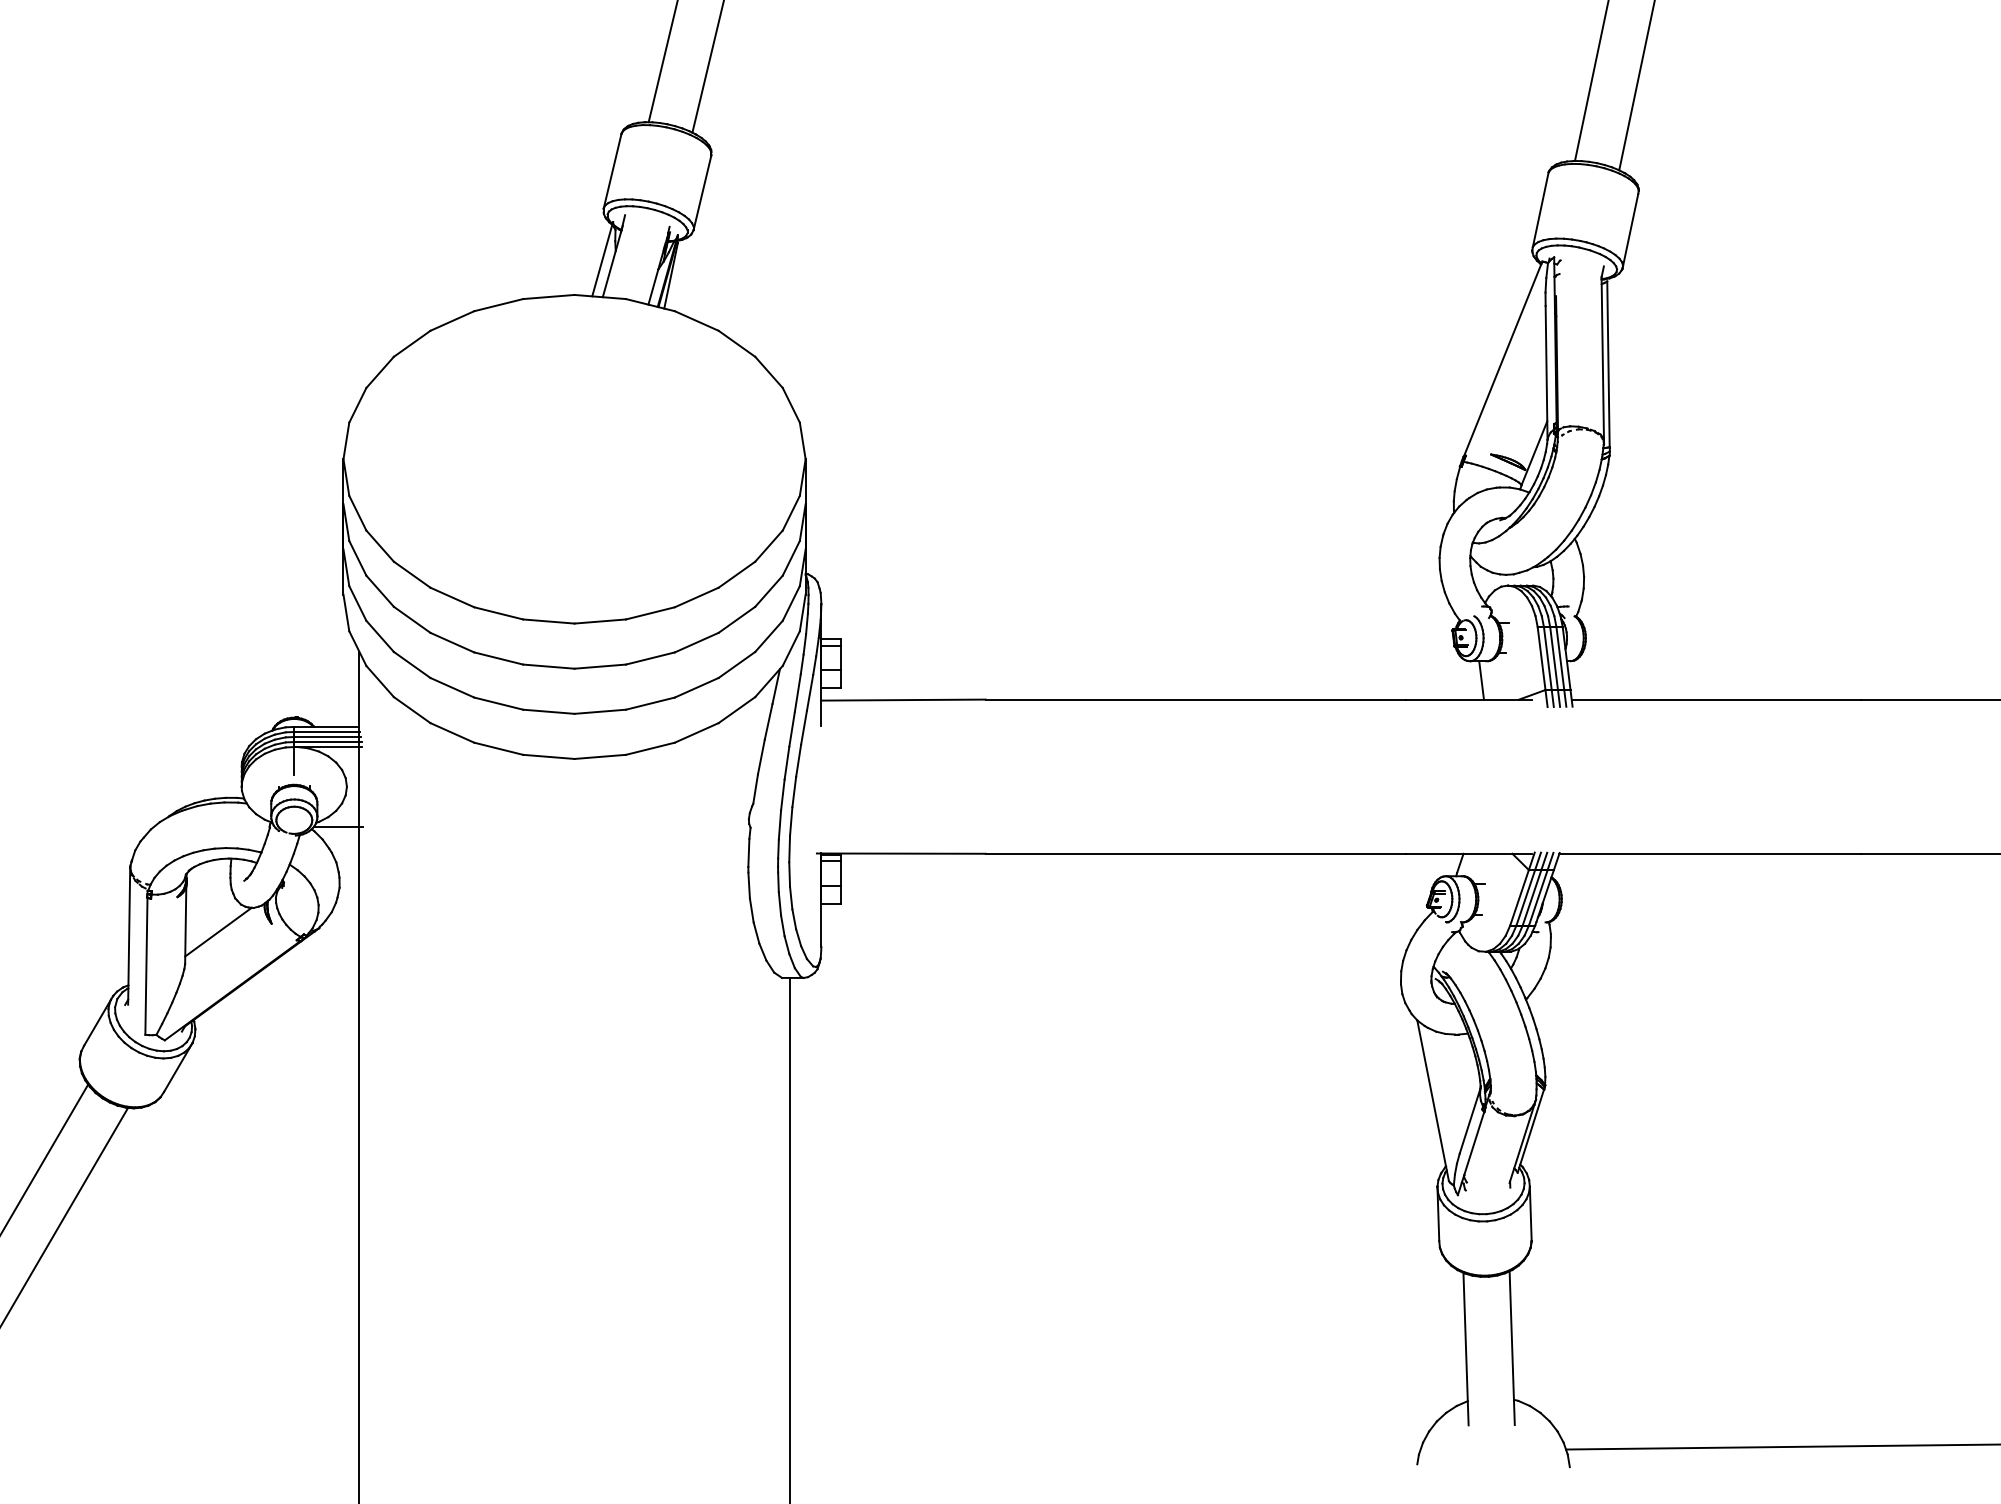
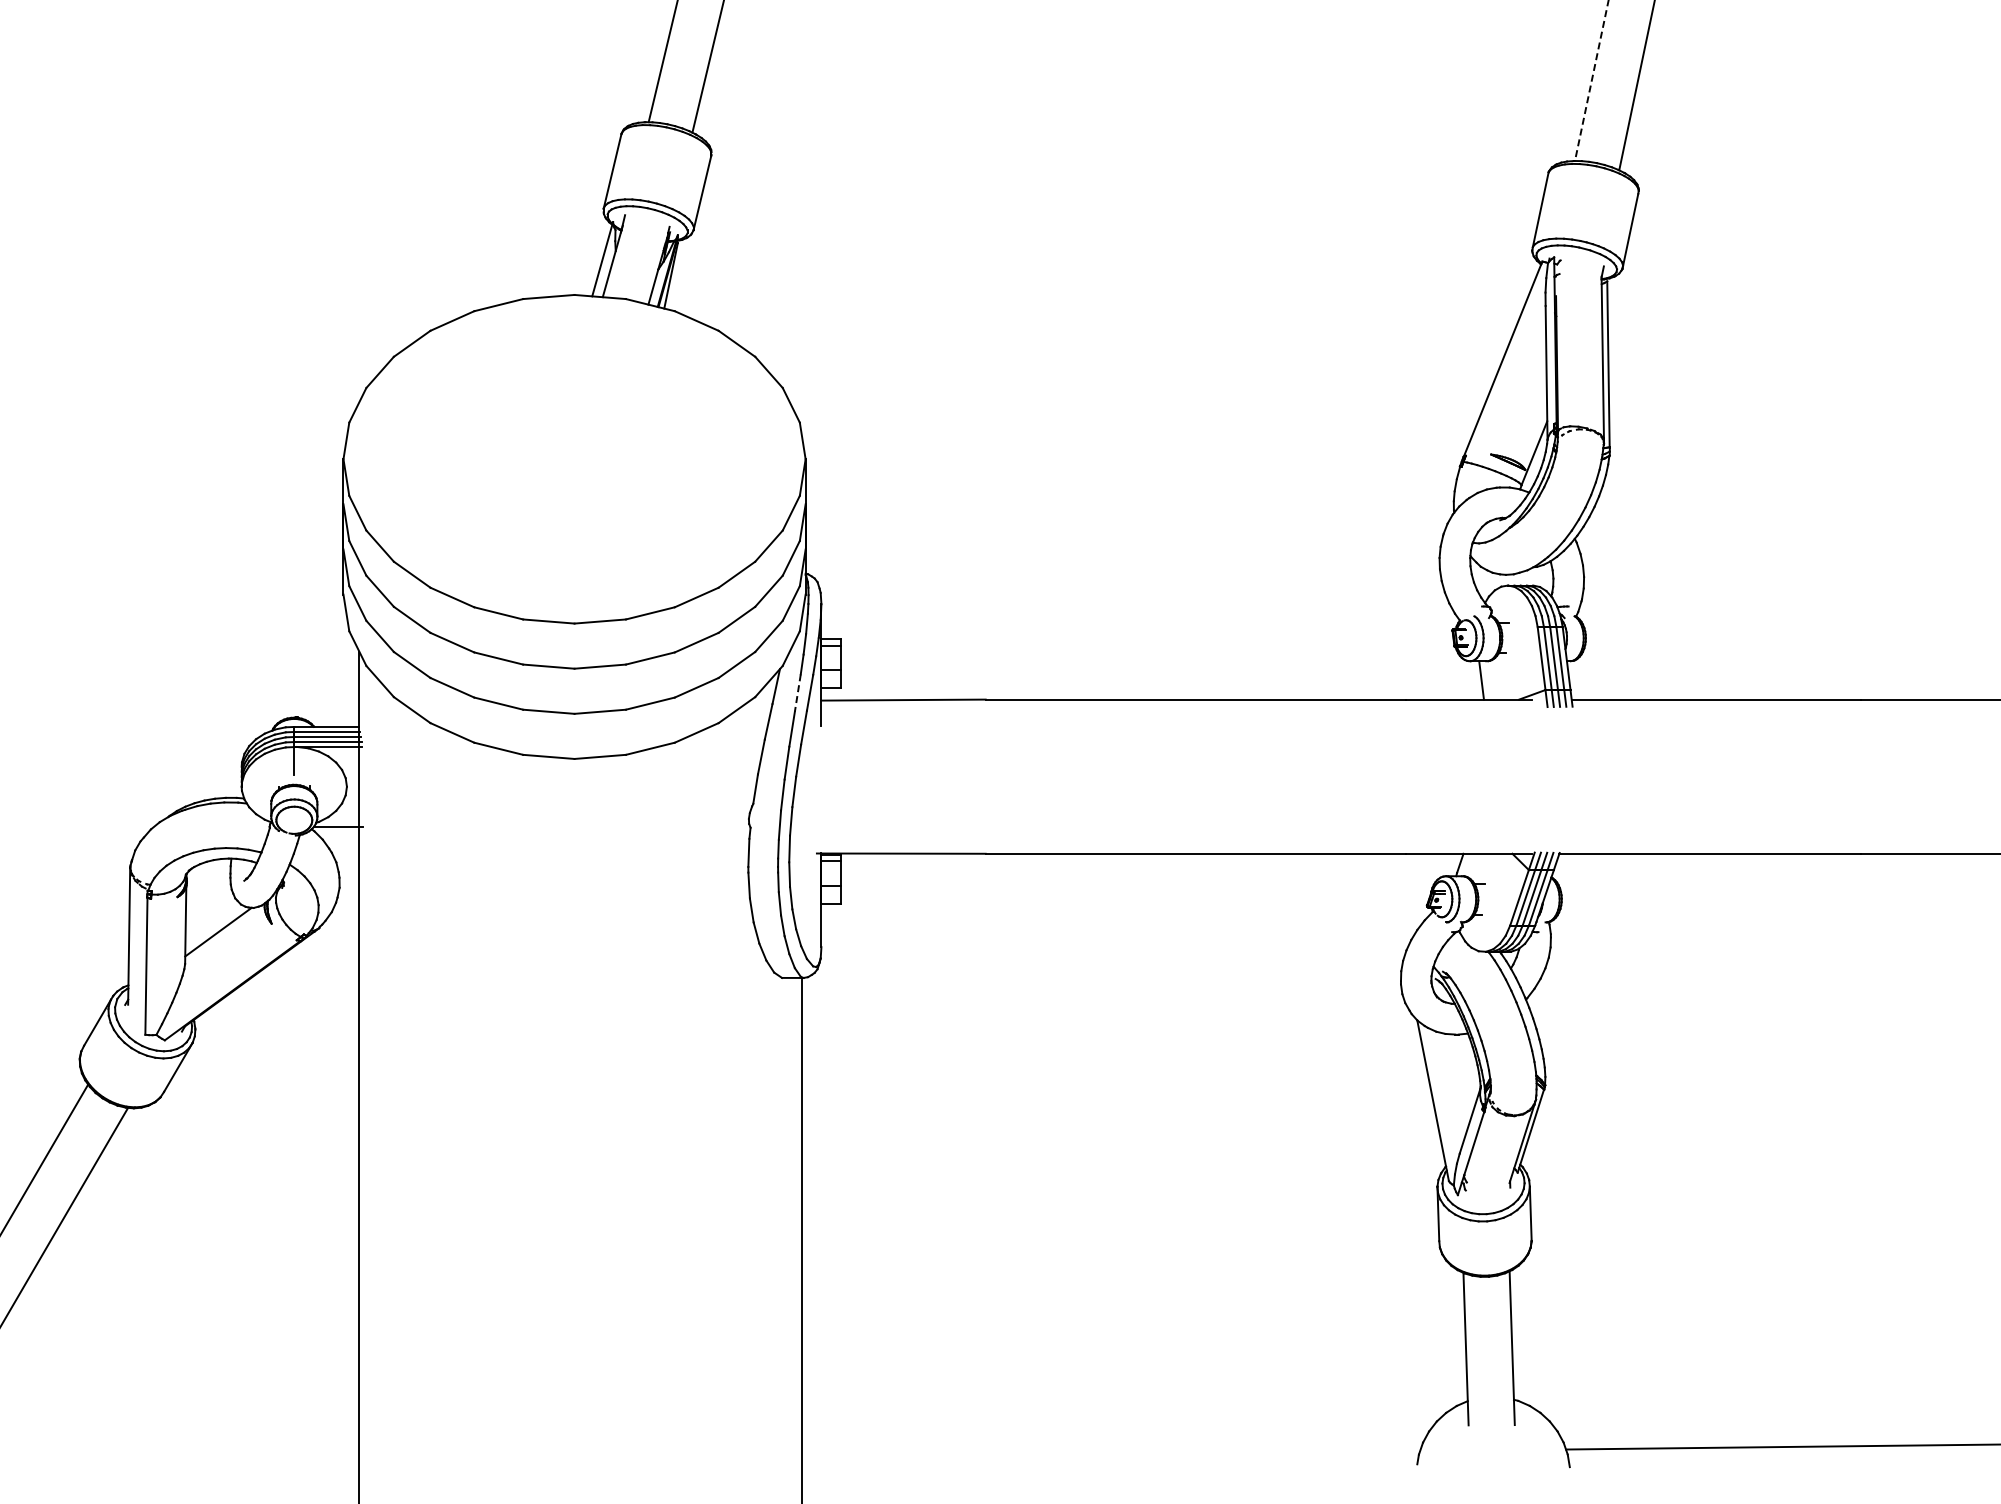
line at (1591, 80): solid -> dashed
line at (797, 693): solid -> dashed
line at (789, 1238) position: (789, 1238) -> (801, 1238)
